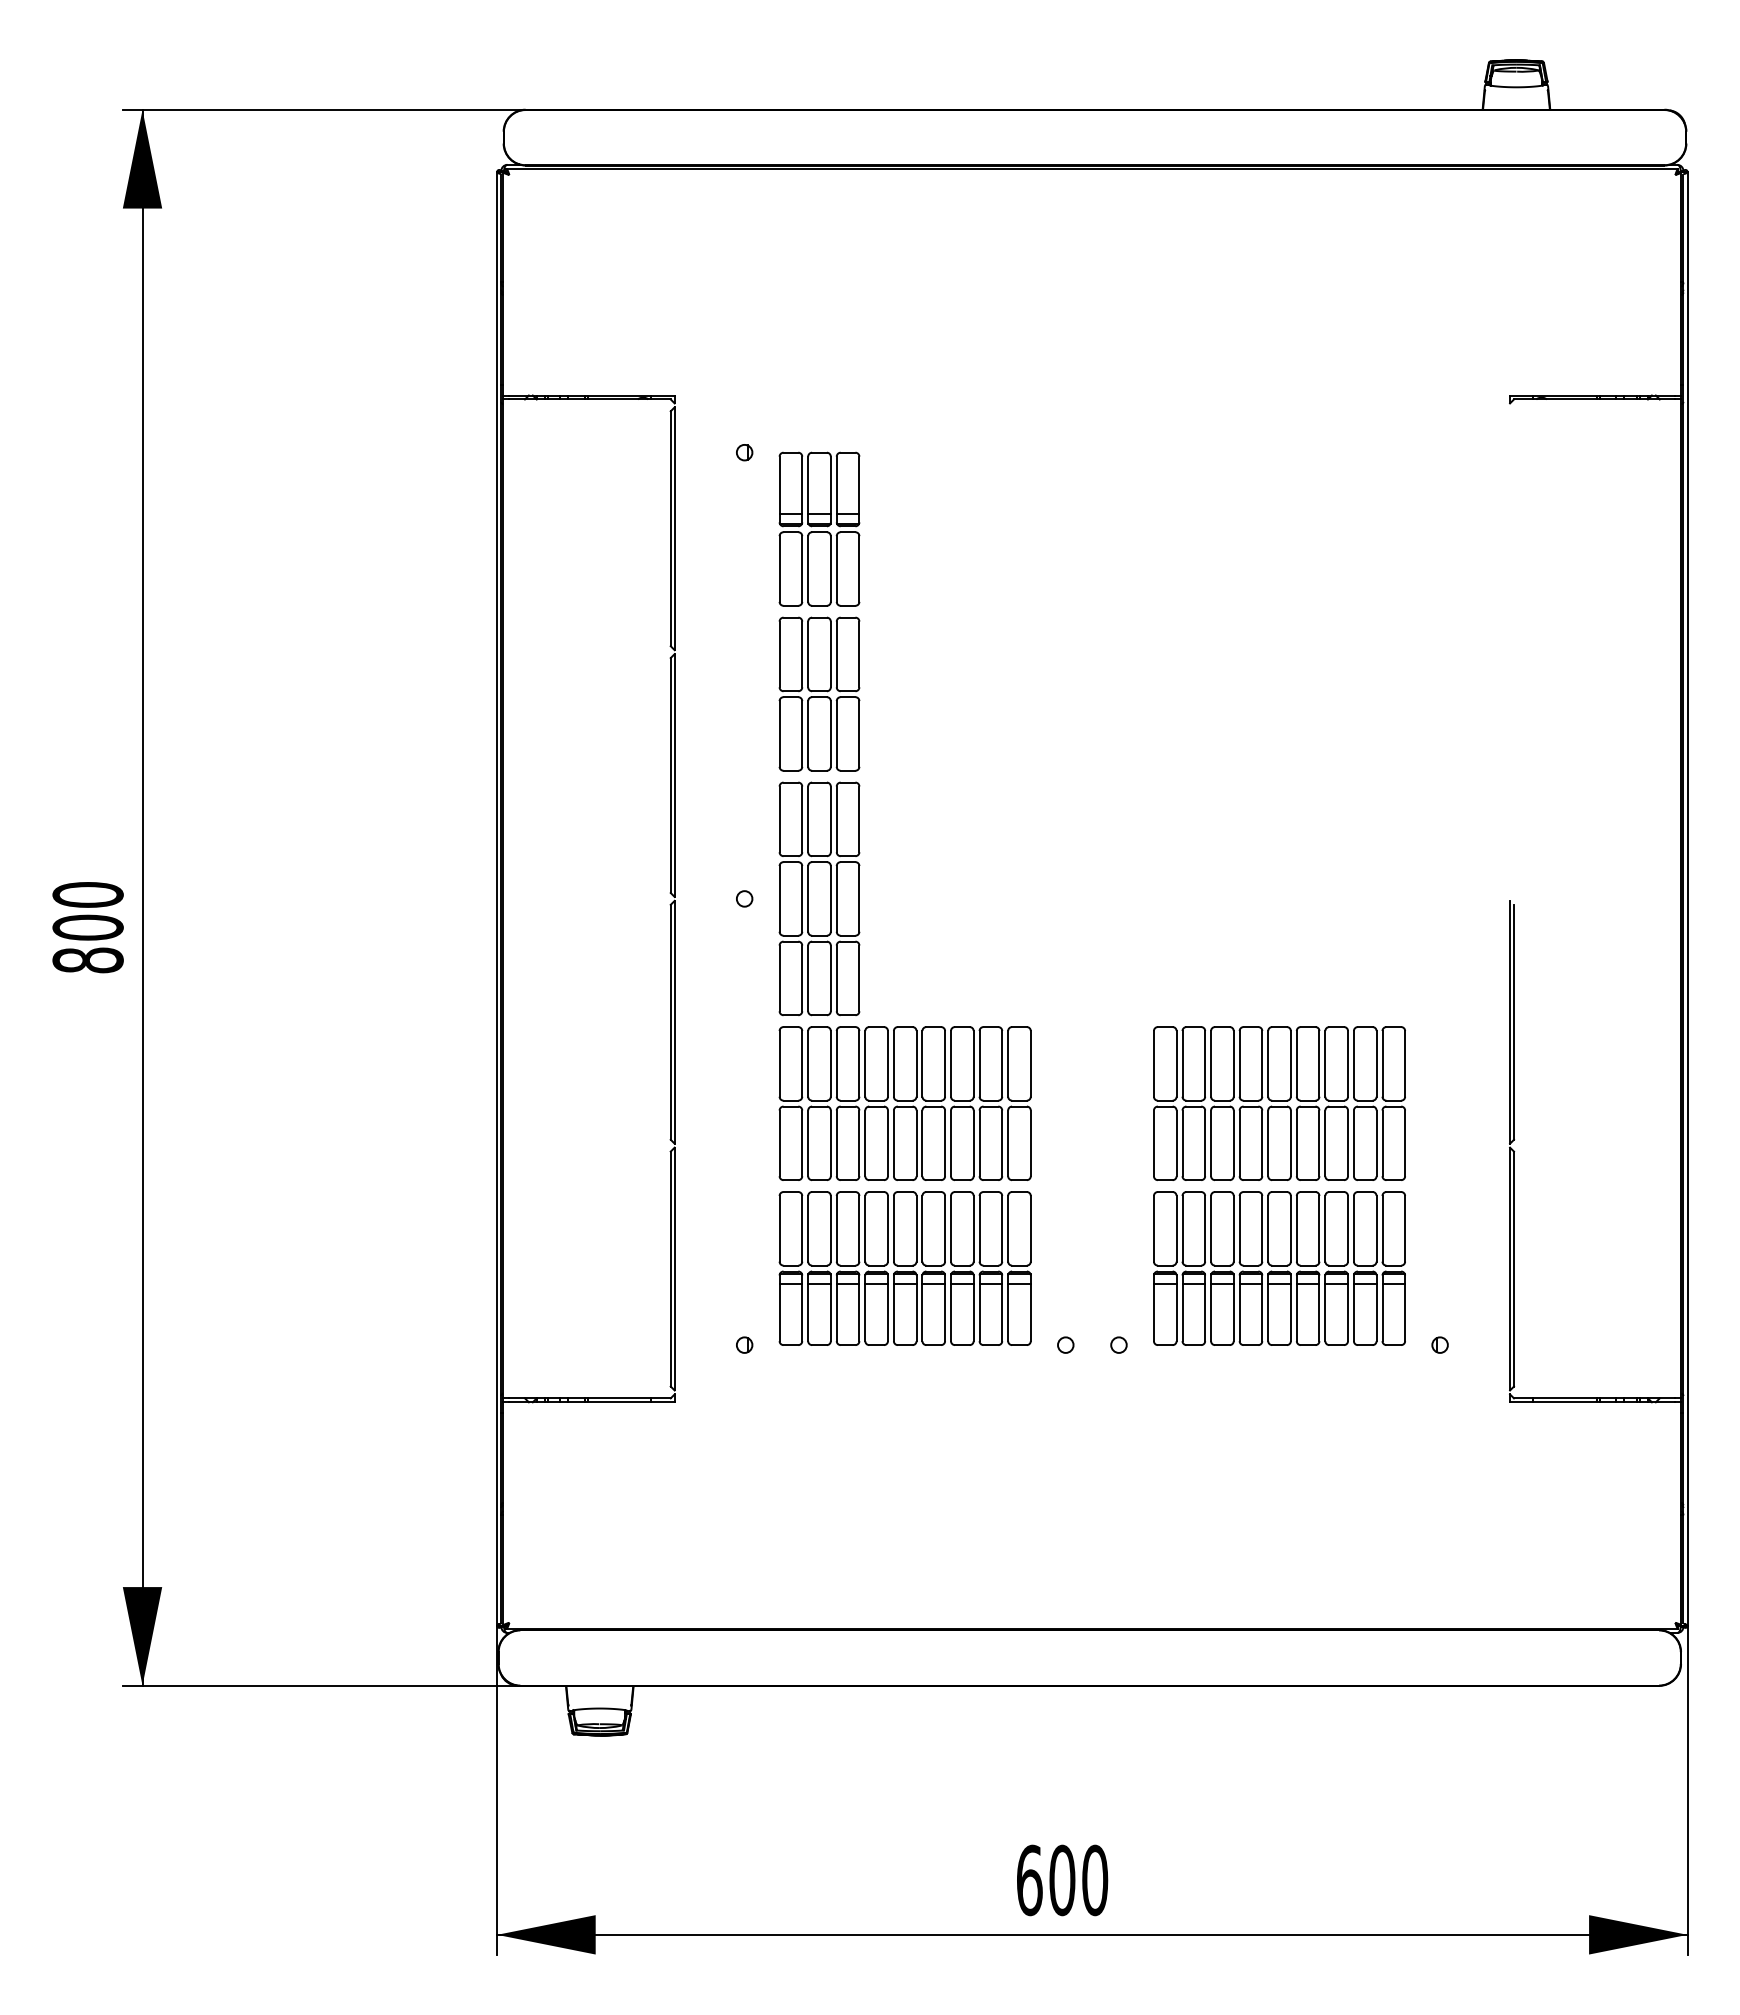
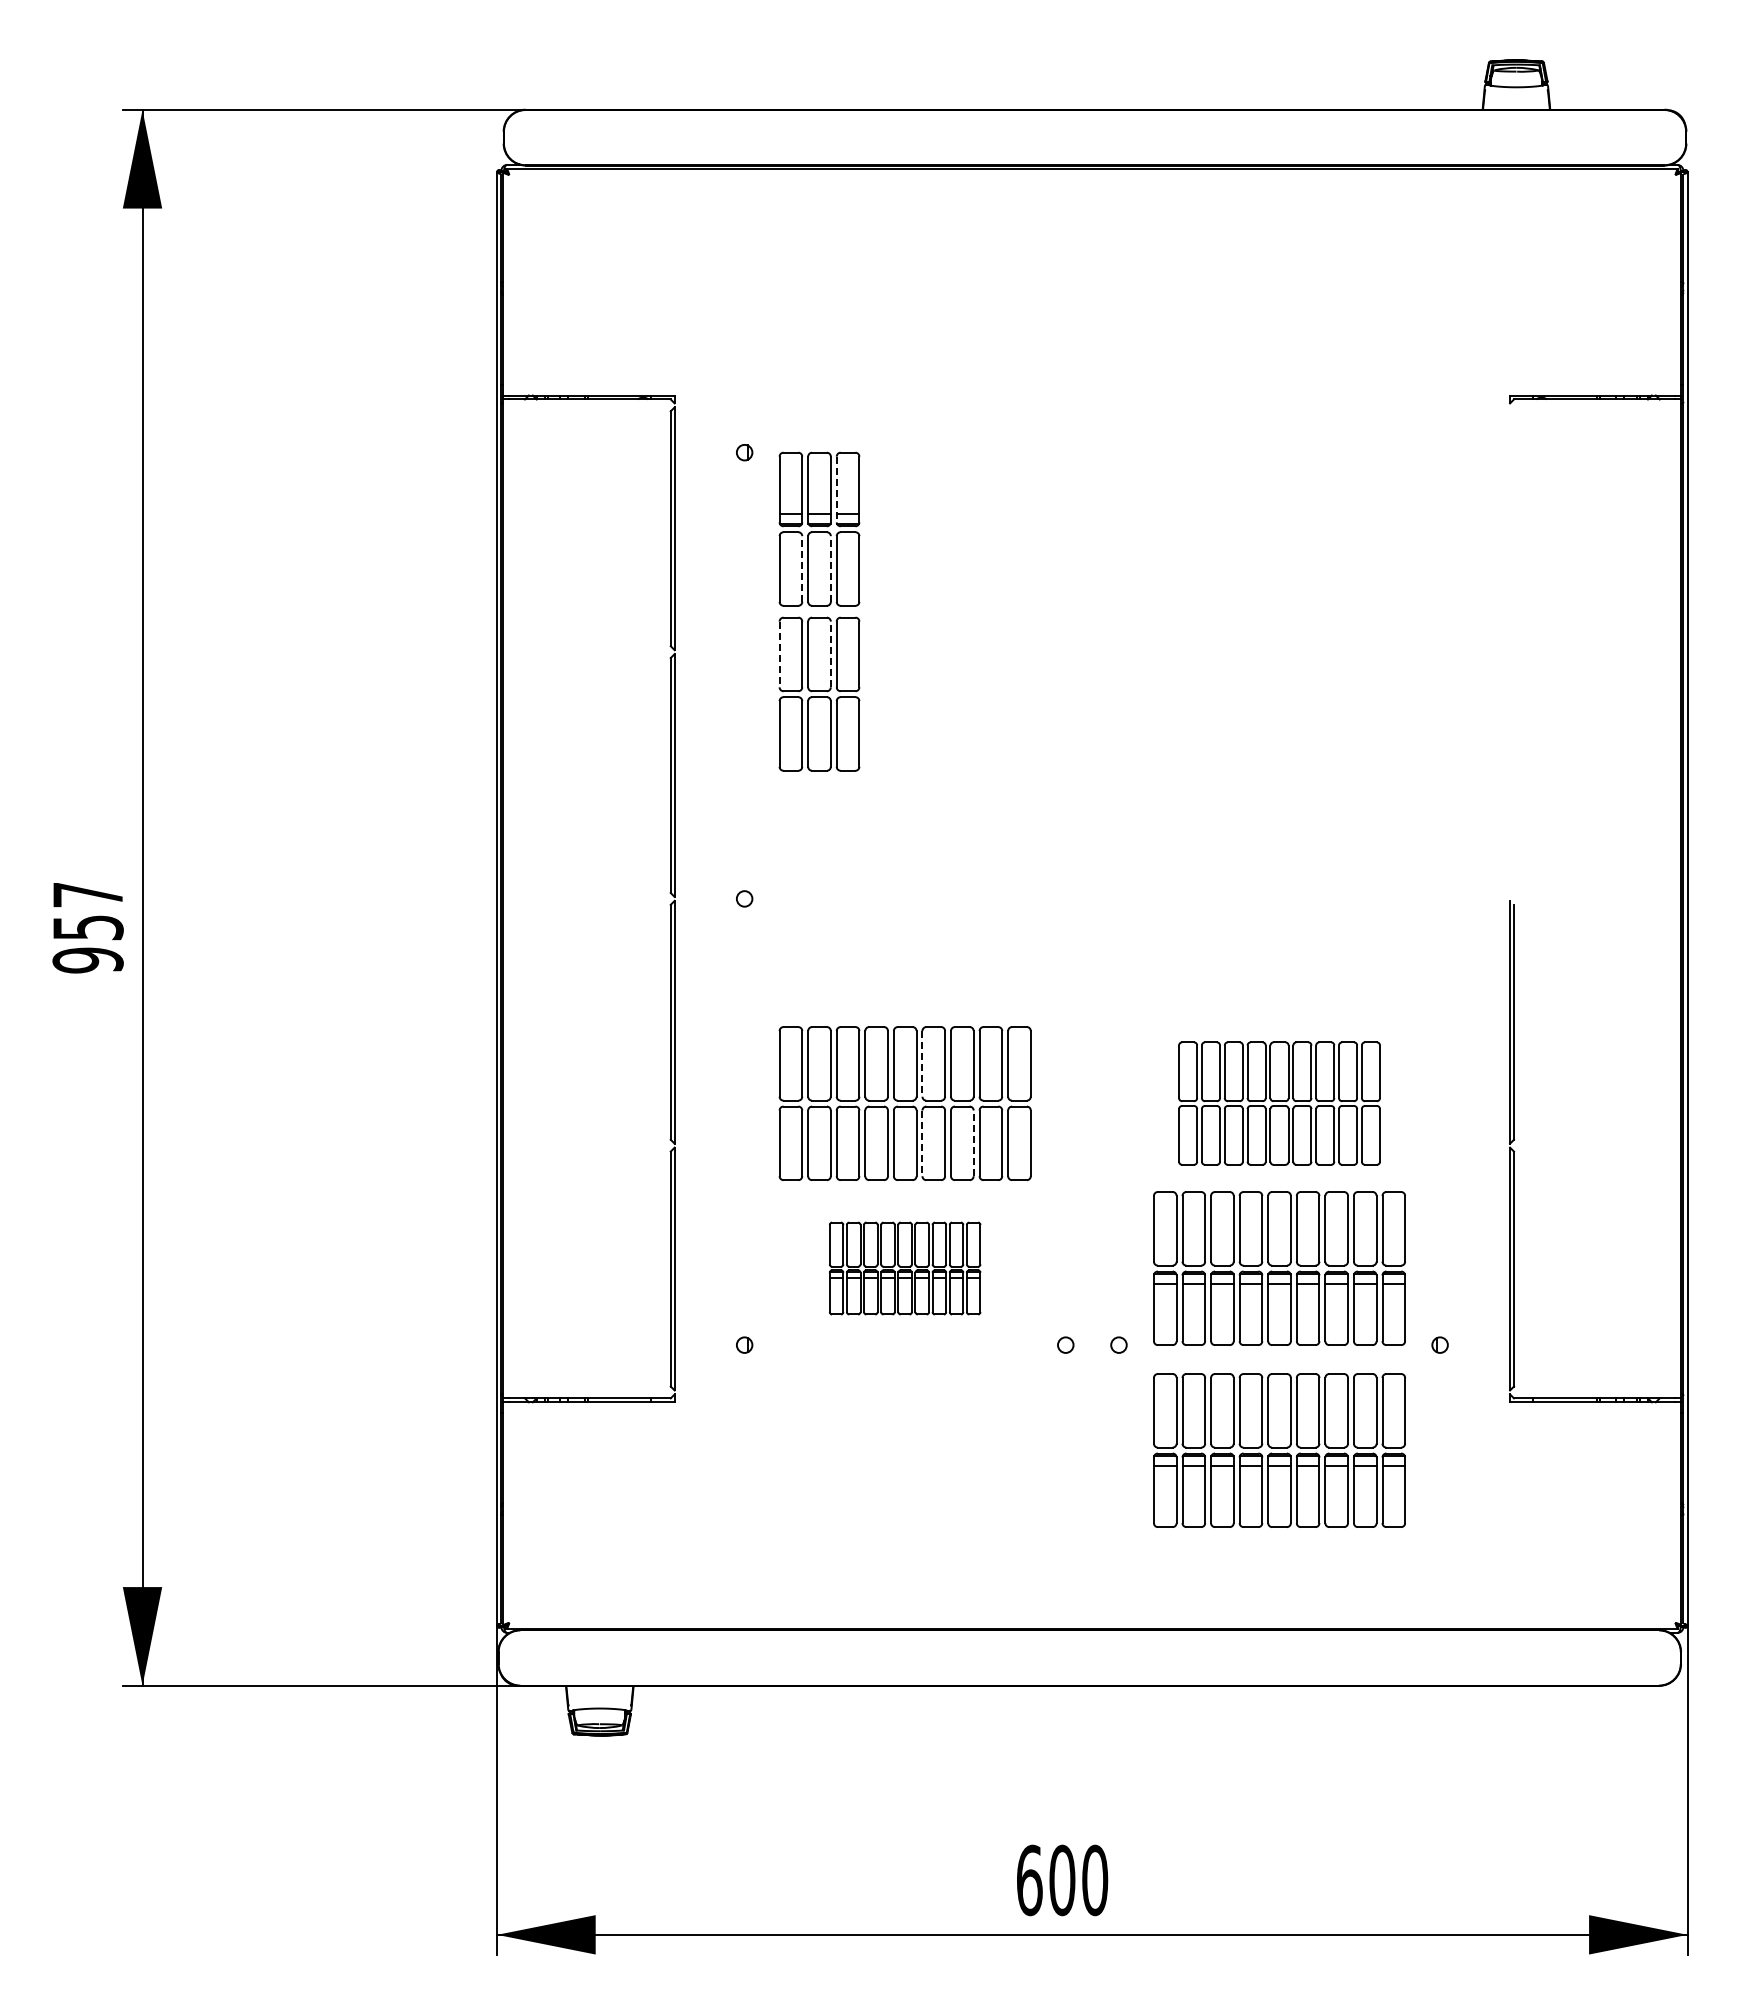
line at (836, 489): solid -> dashed
line at (802, 569): solid -> dashed
line at (830, 569): solid -> dashed
line at (779, 654): solid -> dashed
line at (830, 654): solid -> dashed
part at (819, 898): present -> none
text at (87, 927): 800 -> 957
line at (922, 1063): solid -> dashed
part at (1279, 1103) size: 253x155 px -> 203x125 px
line at (922, 1143): solid -> dashed
line at (973, 1143): solid -> dashed
part at (904, 1268) size: 254x155 px -> 153x95 px
part at (1279, 1450): none -> present
